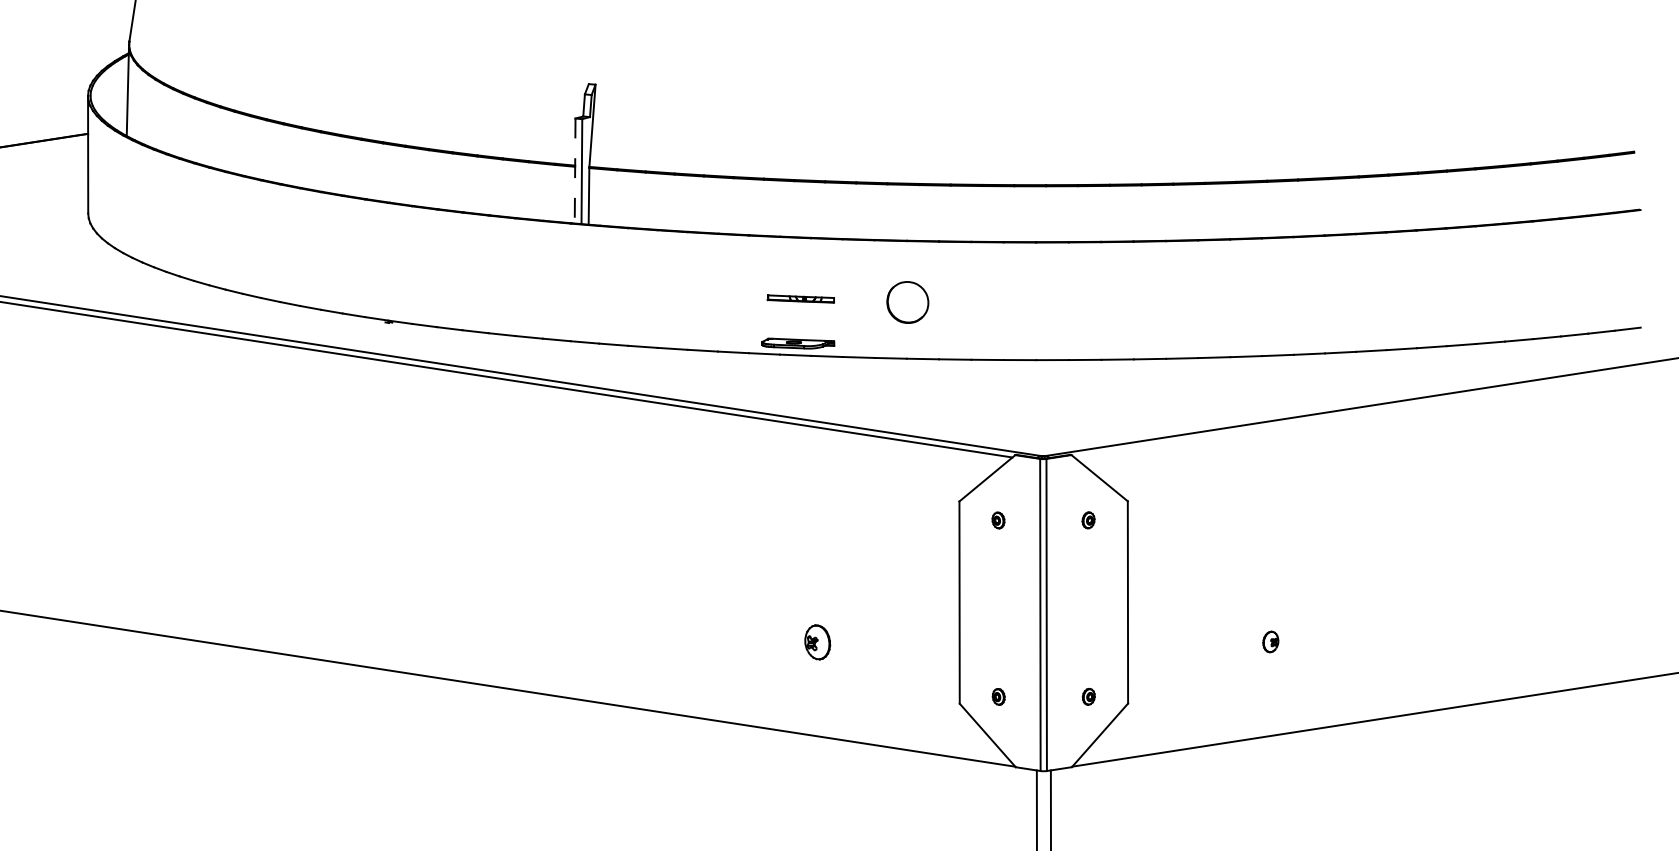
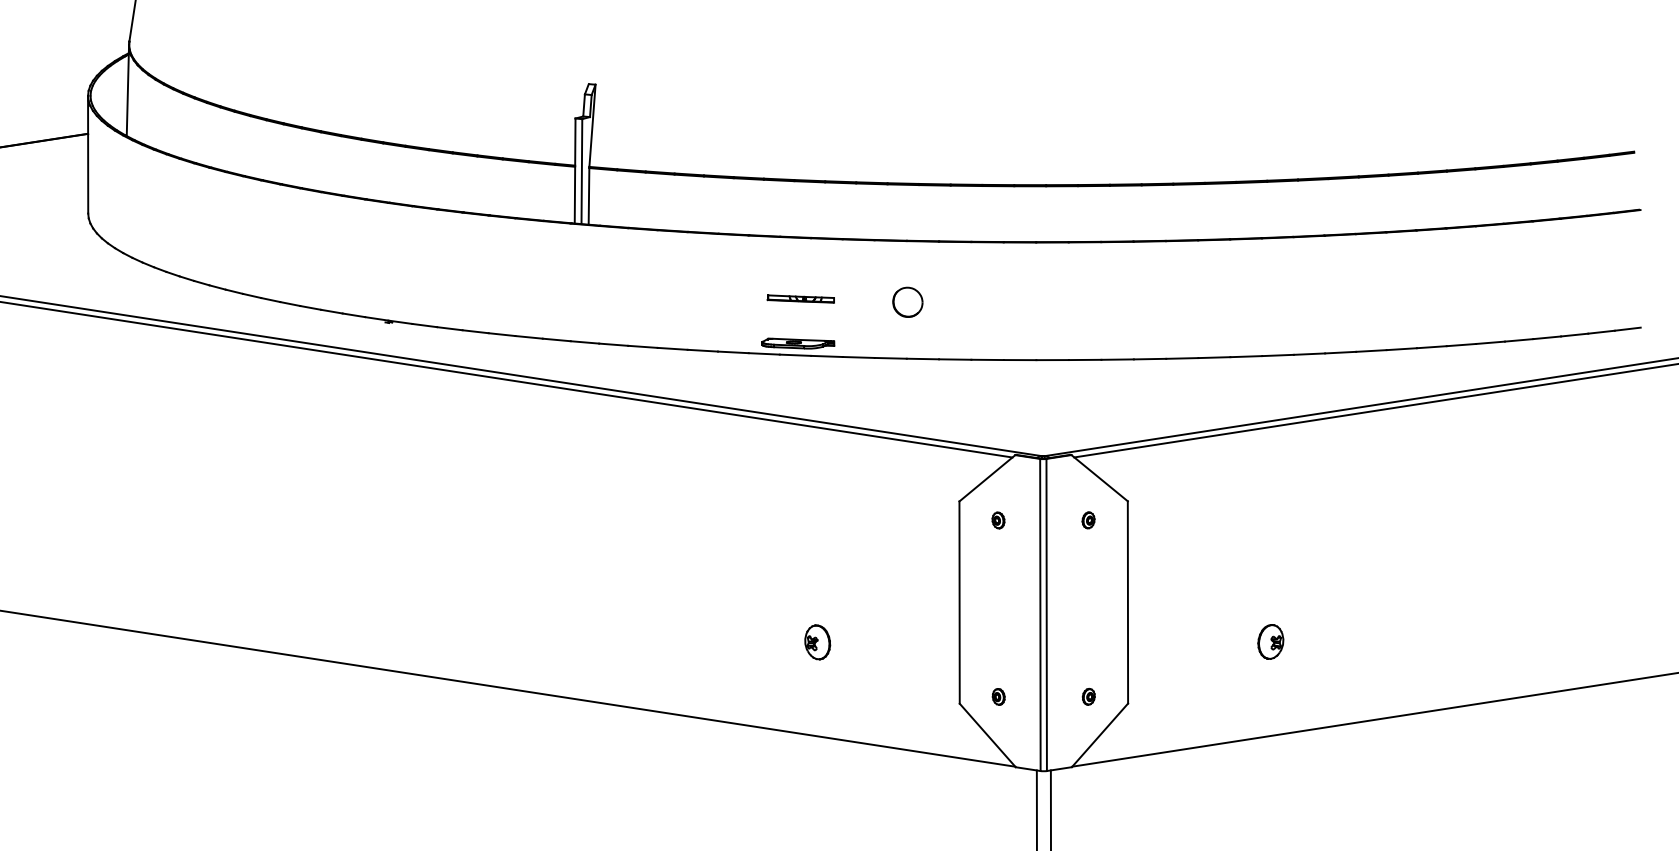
line at (575, 171): dashed -> solid
part at (907, 302) size: 44x43 px -> 32x32 px
line at (1374, 410): none -> present
part at (1270, 641) size: 18x24 px -> 28x36 px
